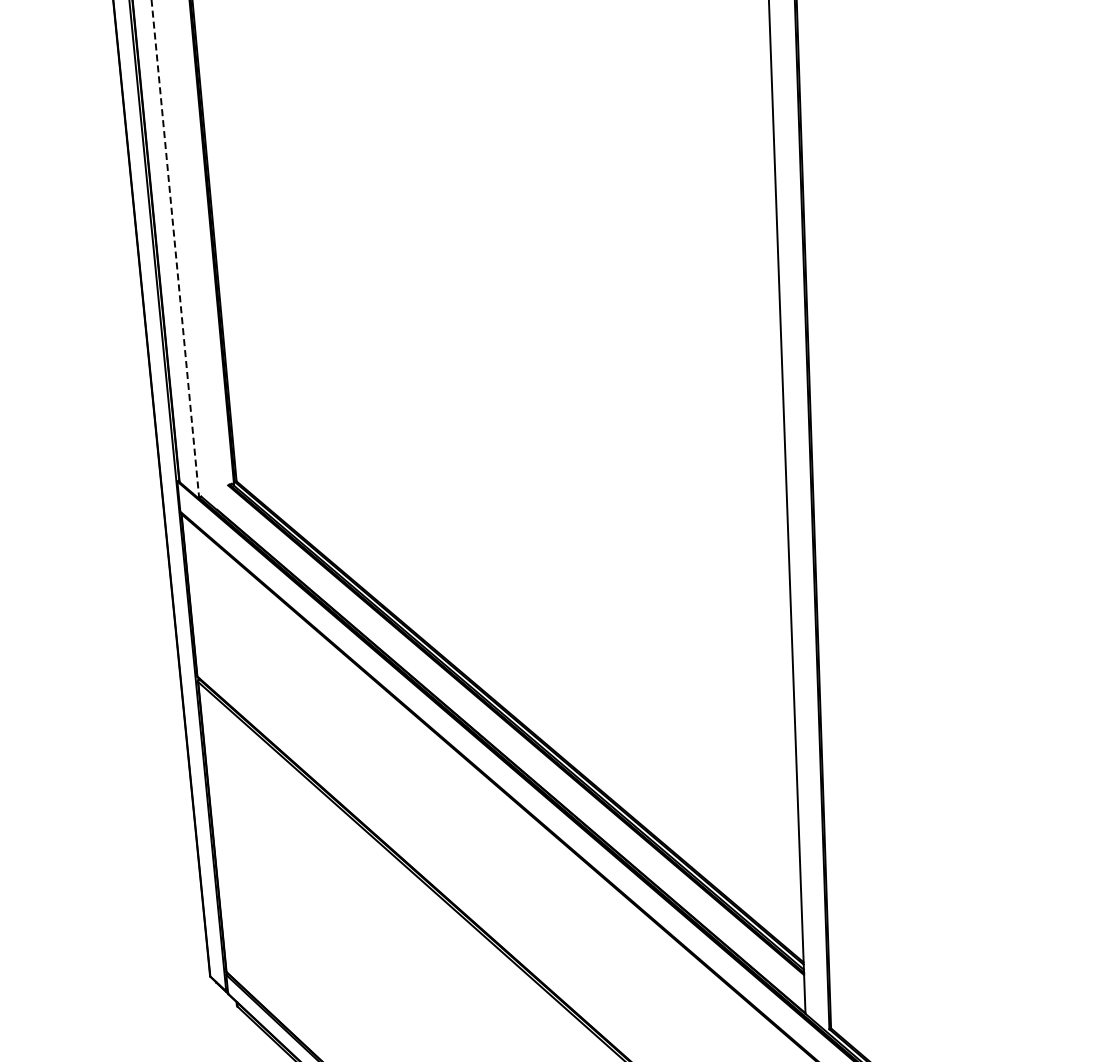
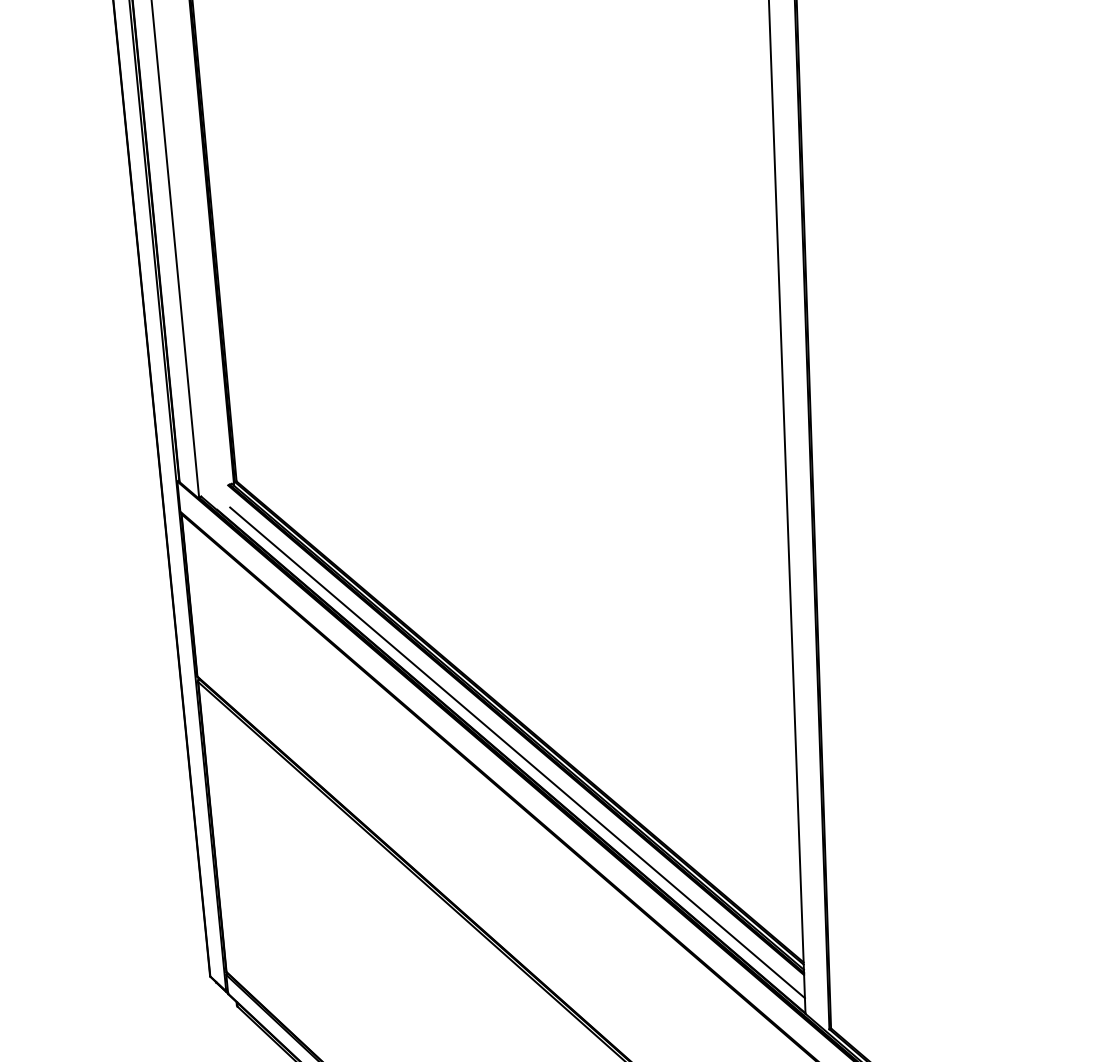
line at (175, 248): dashed -> solid
line at (517, 752): none -> present
